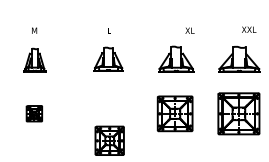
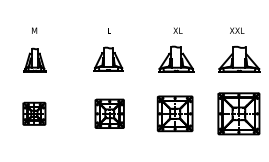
text at (249, 29) position: (249, 29) -> (237, 30)
text at (189, 30) position: (189, 30) -> (177, 30)
part at (34, 113) size: 19x18 px -> 25x25 px
part at (109, 140) position: (109, 140) -> (109, 113)
